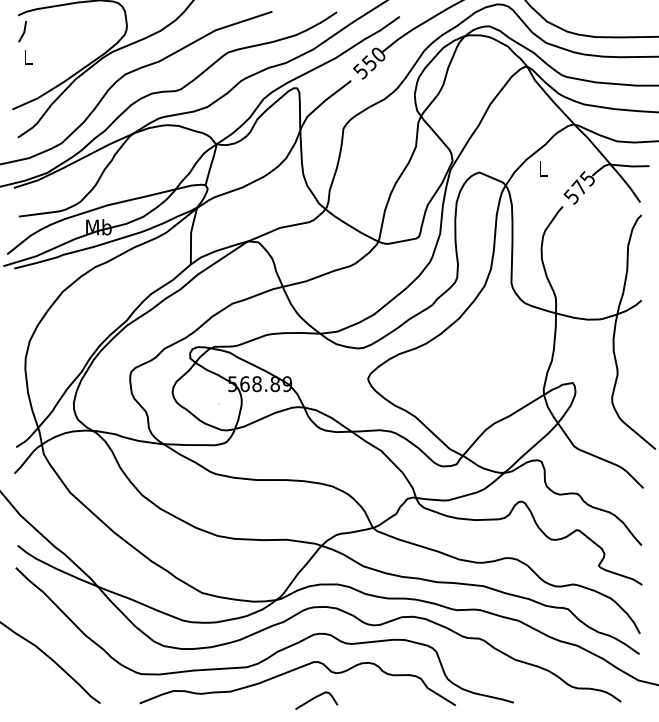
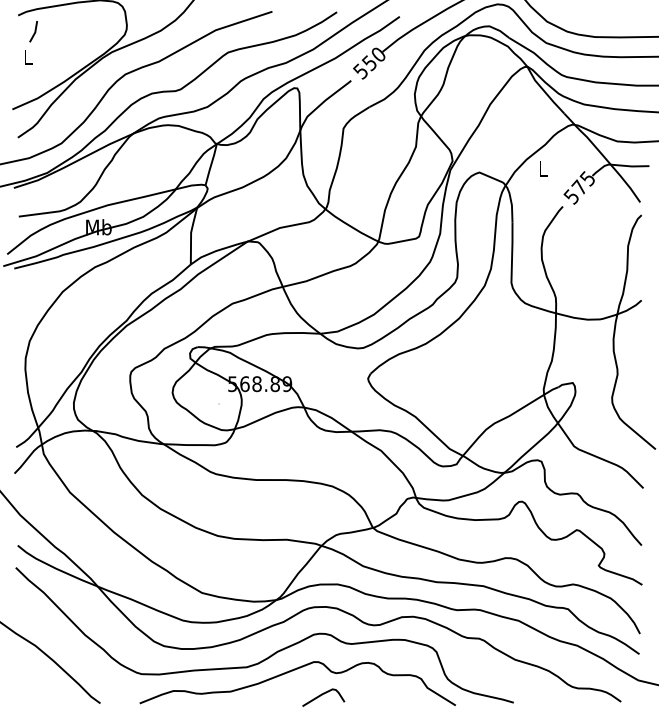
line at (23, 31) position: (23, 31) -> (34, 31)
curve at (315, 698) position: (315, 698) -> (322, 695)
